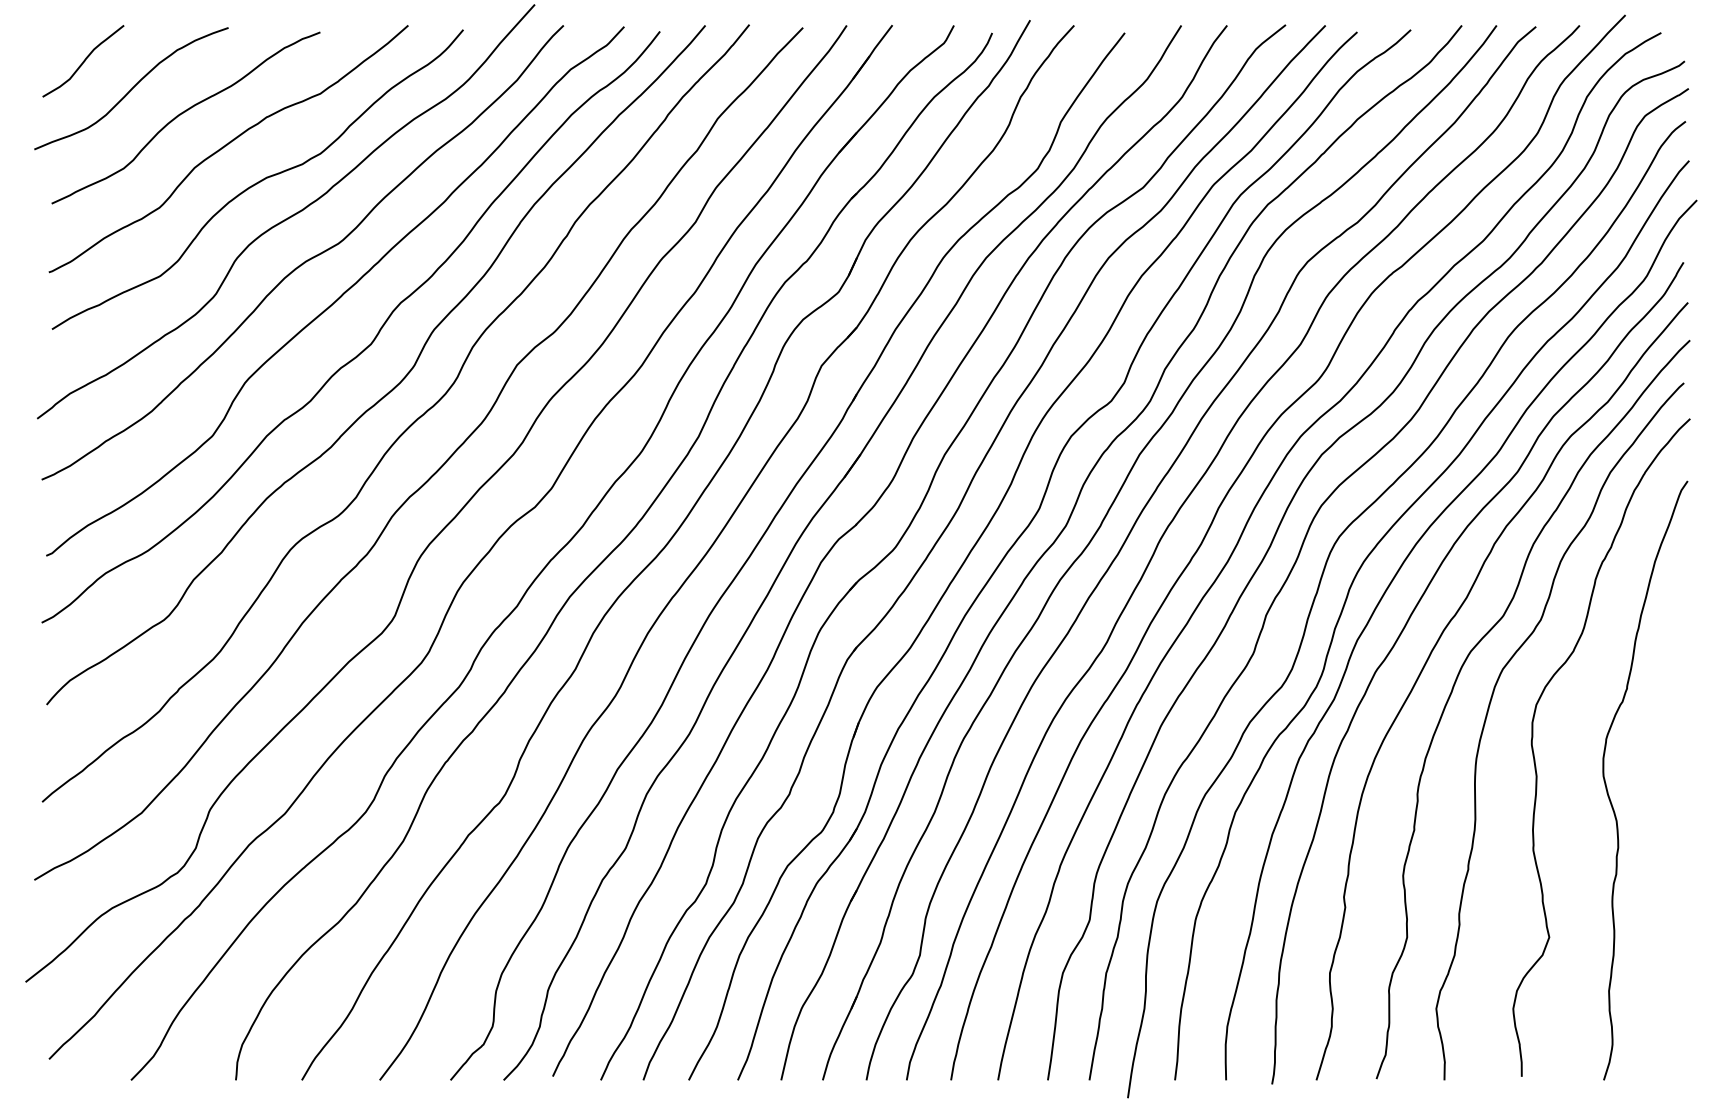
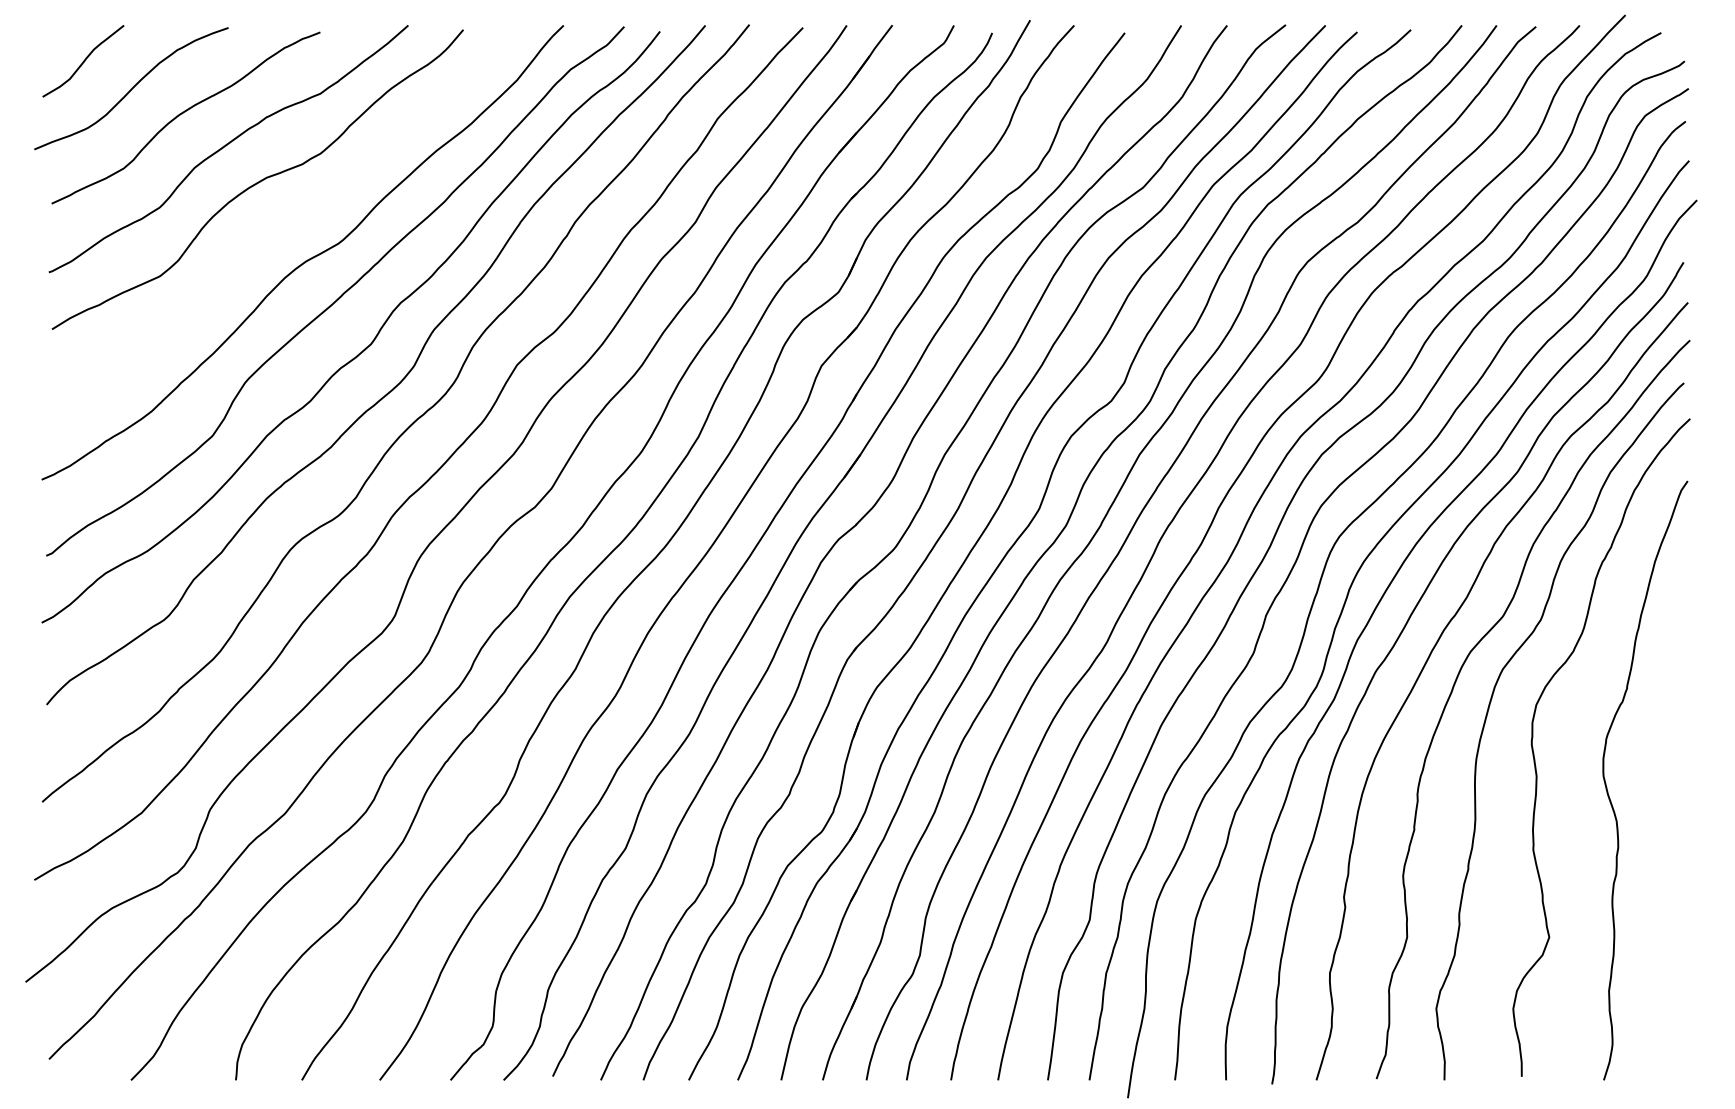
curve at (289, 216): present -> none
